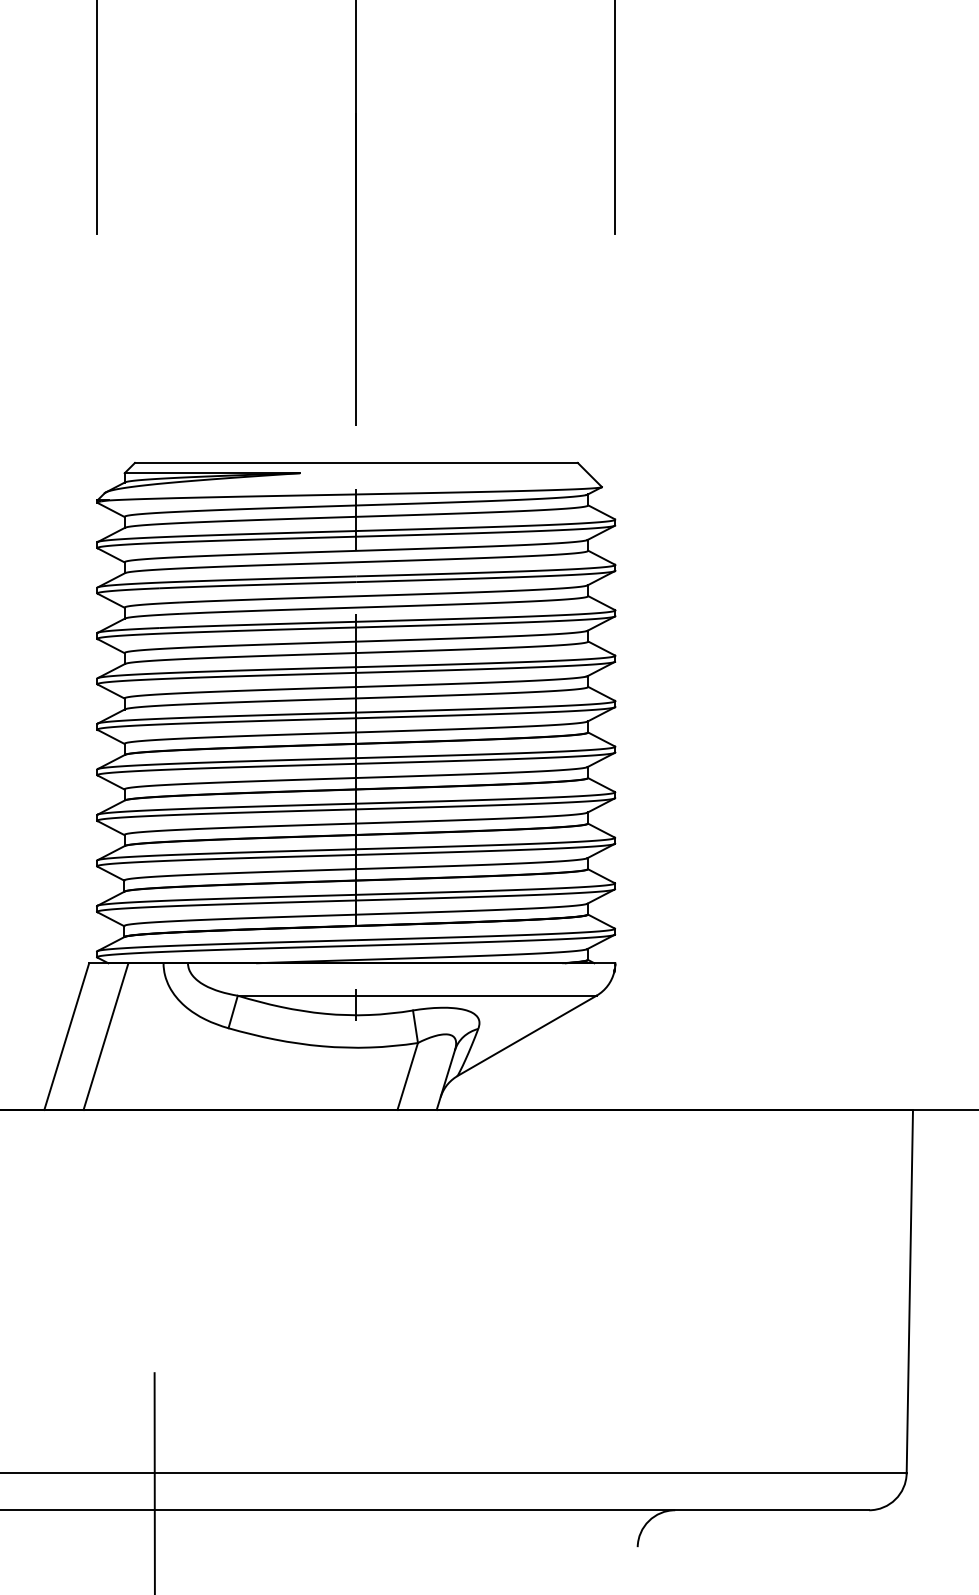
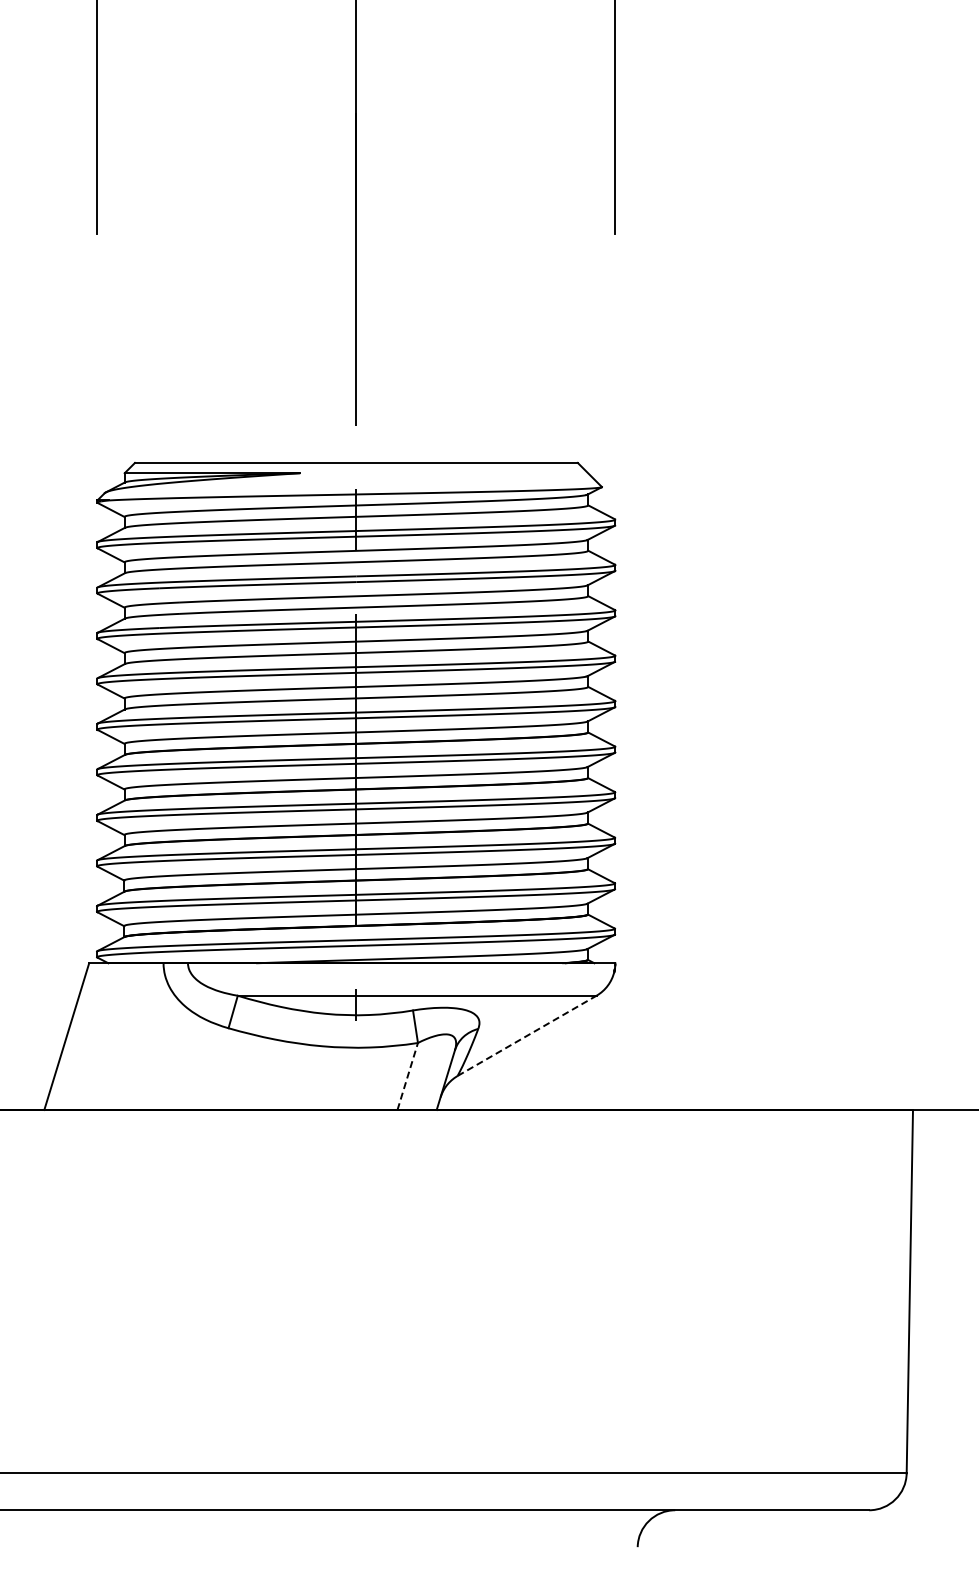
line at (527, 1035): solid -> dashed
line at (105, 1036): present -> none
line at (407, 1076): solid -> dashed
line at (154, 1481): present -> none
